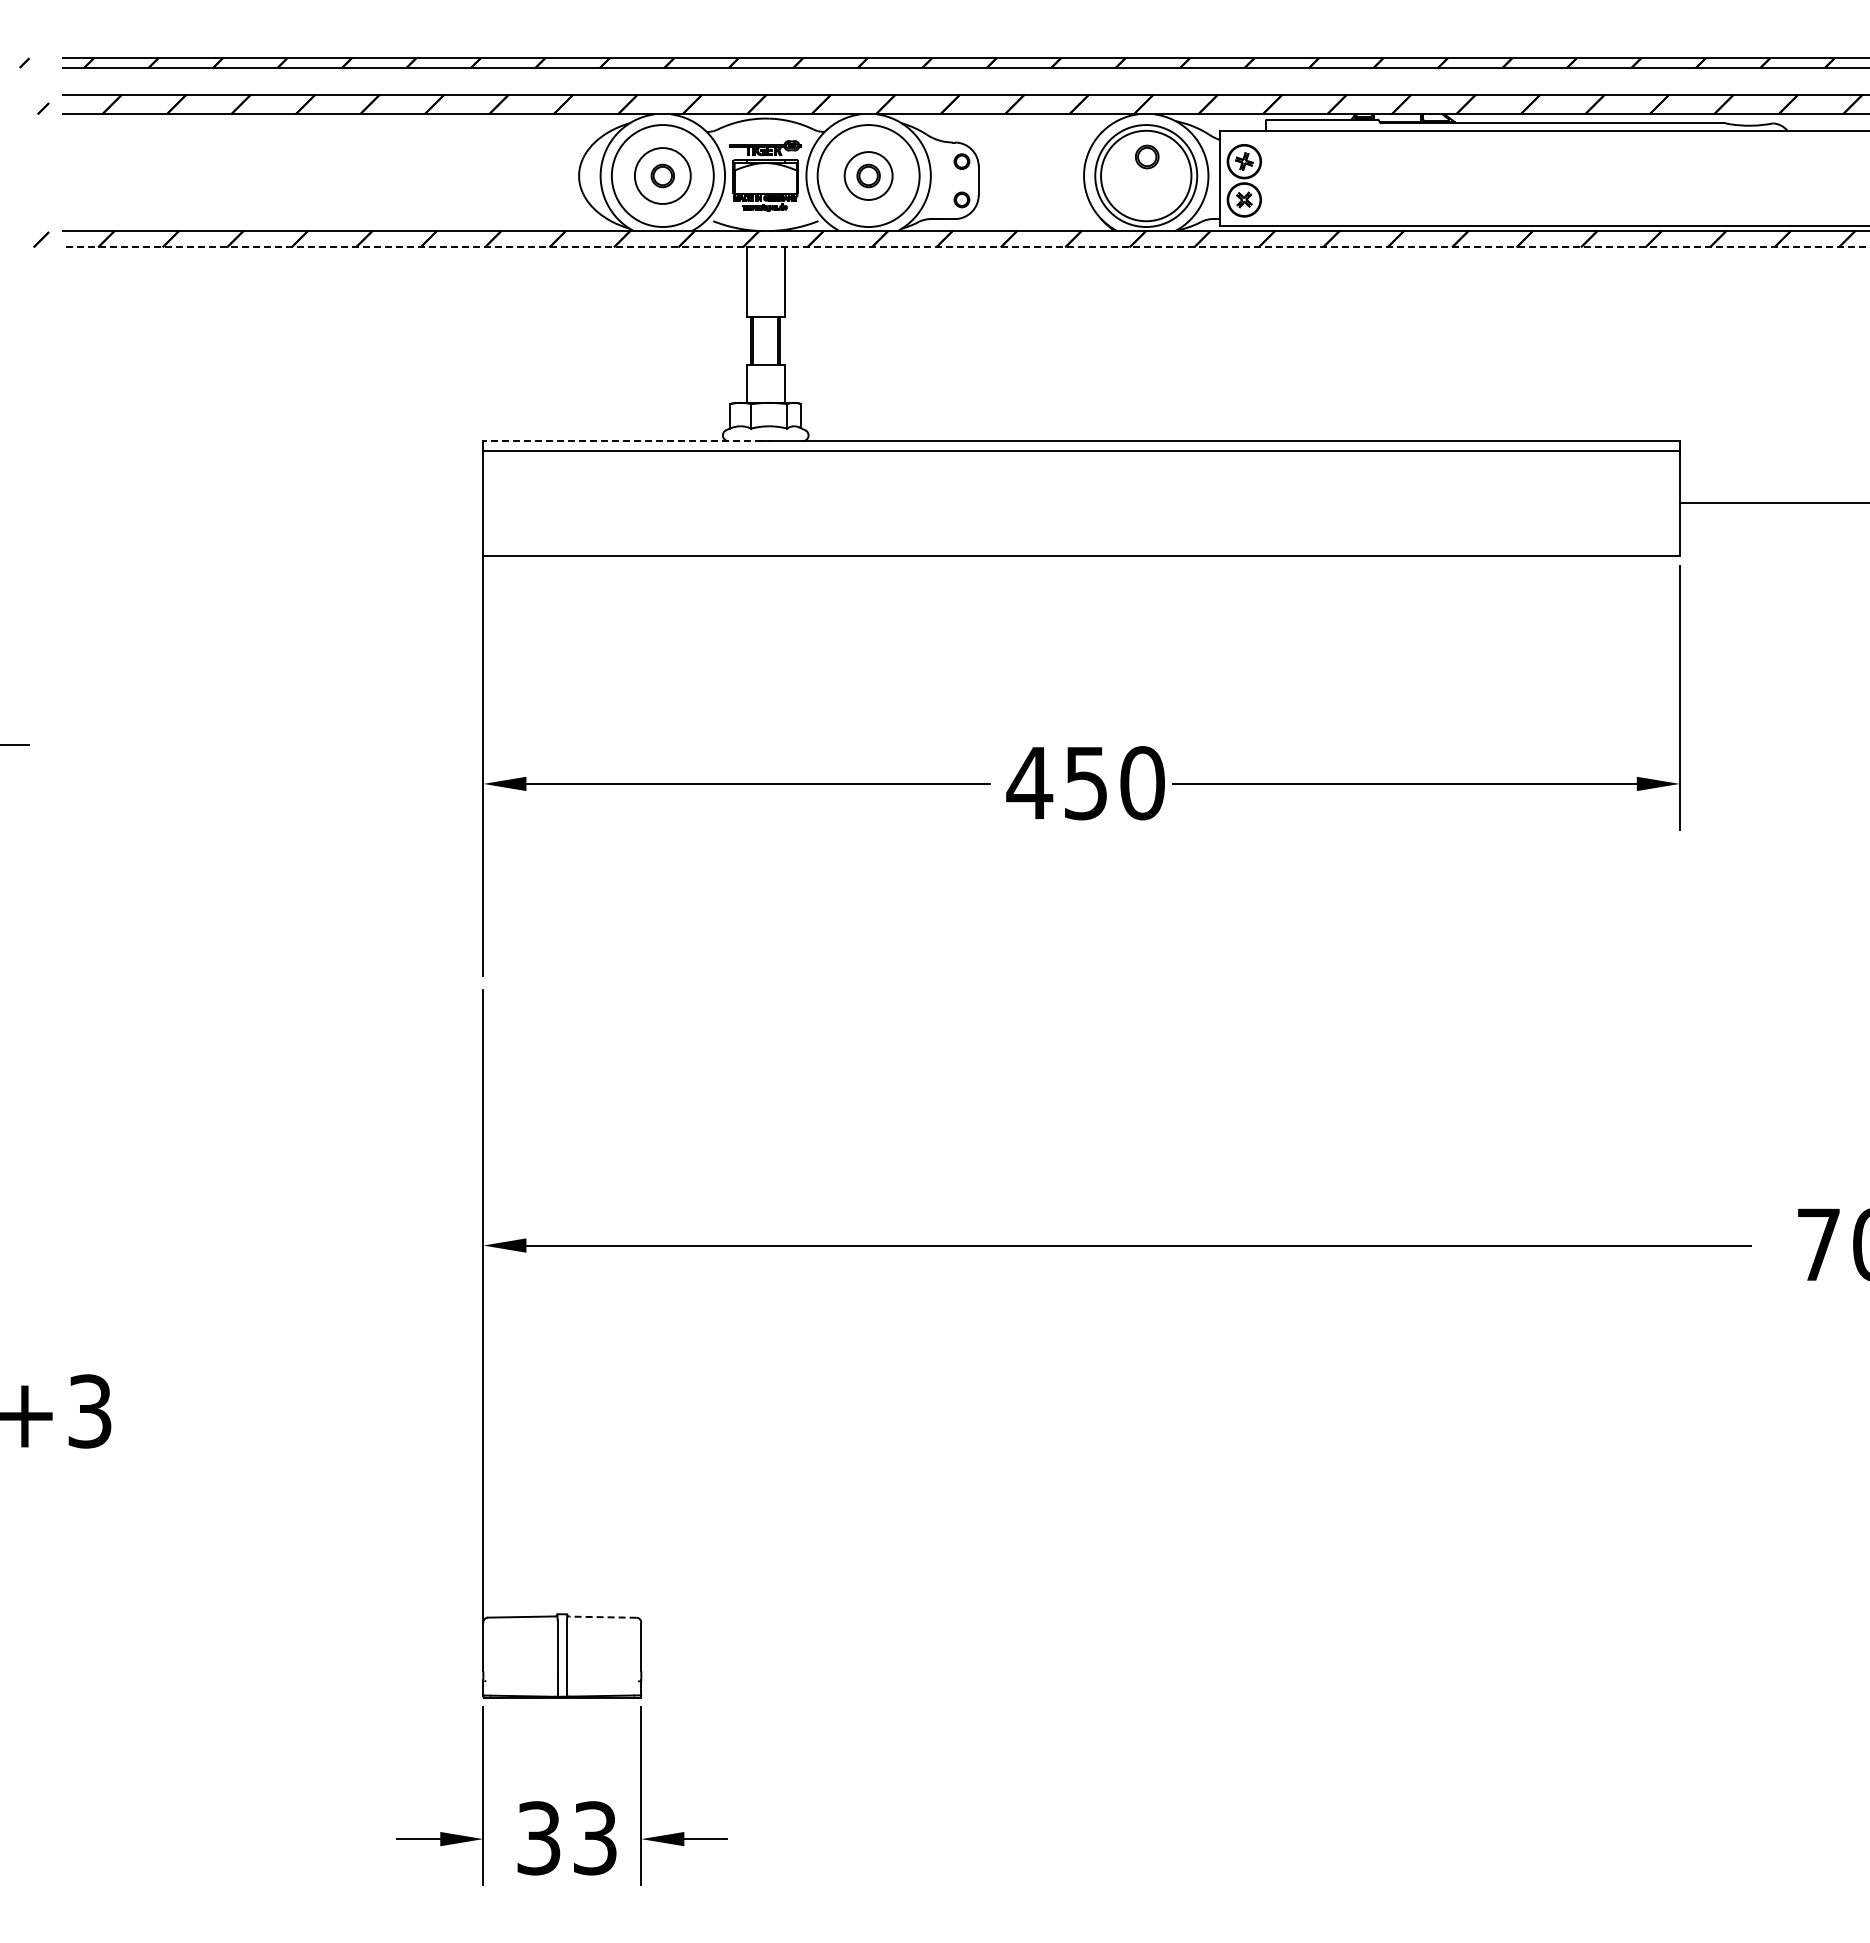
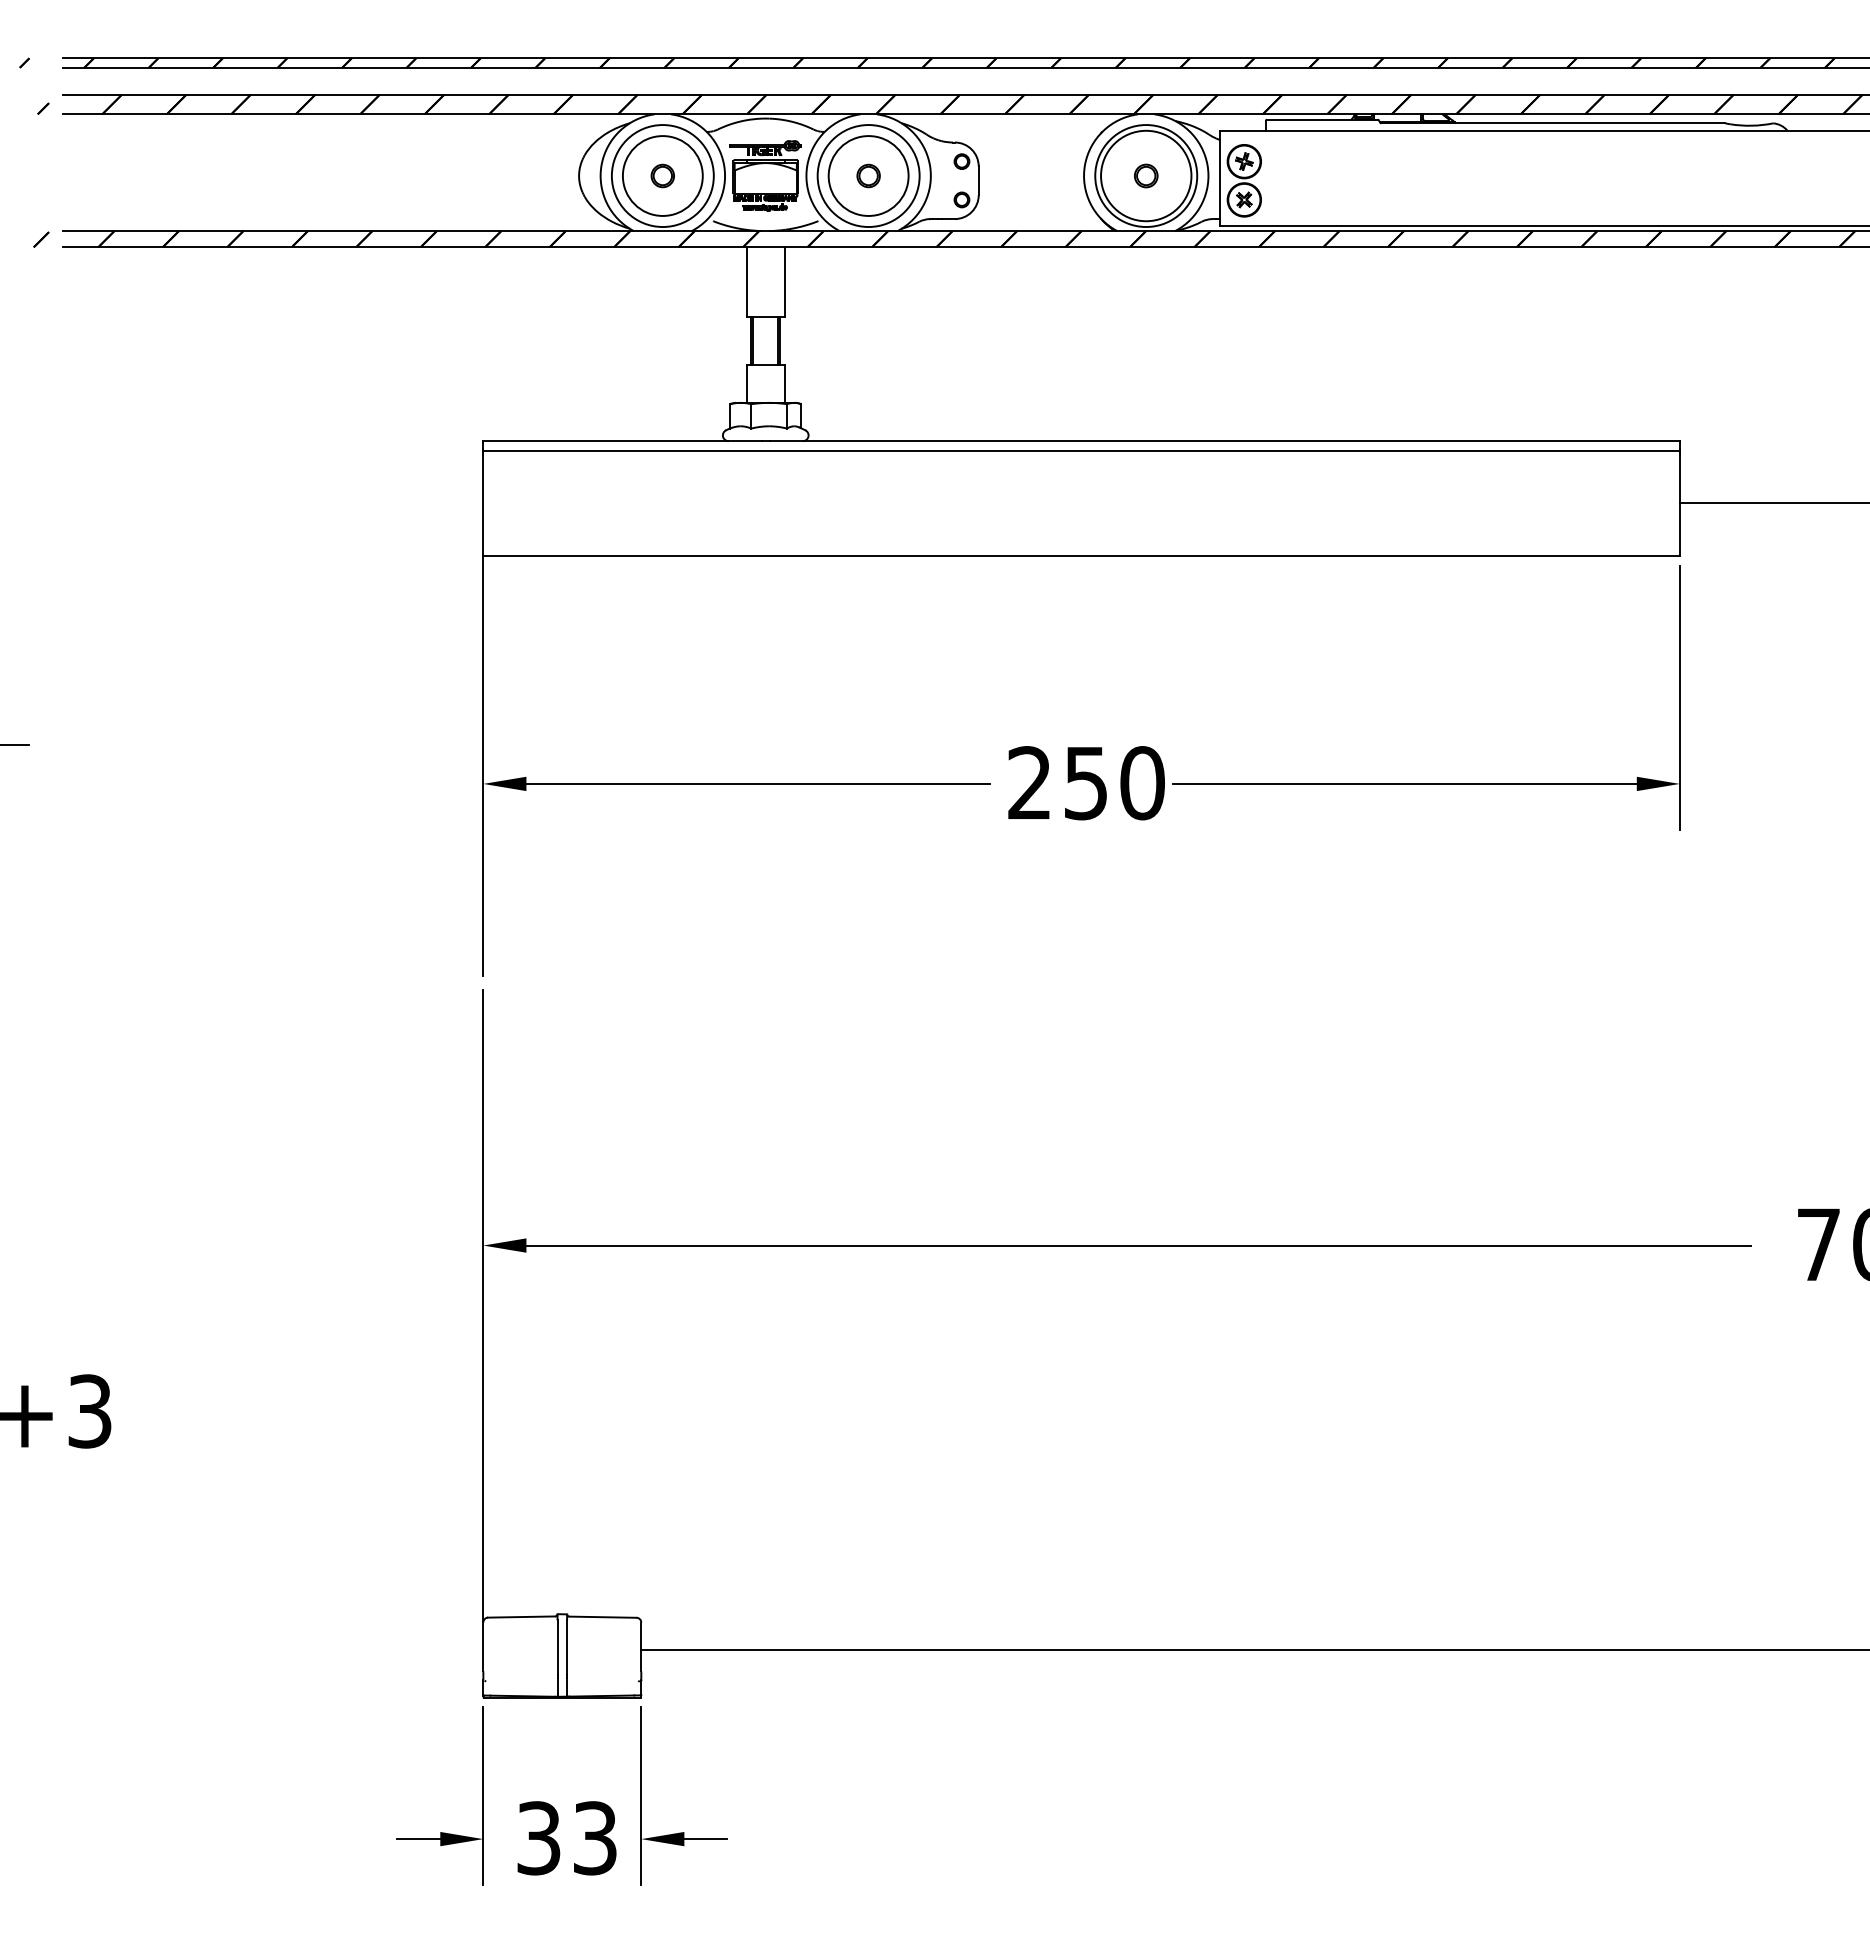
part at (1147, 156) position: (1147, 156) -> (1146, 175)
circle at (662, 175) diameter: 56 px -> 80 px
circle at (868, 175) diameter: 48 px -> 80 px
line at (966, 247): dashed -> solid
line at (621, 441): dashed -> solid
text at (1029, 782): 450 -> 250
line at (603, 1617): dashed -> solid
line at (1253, 1649): none -> present
